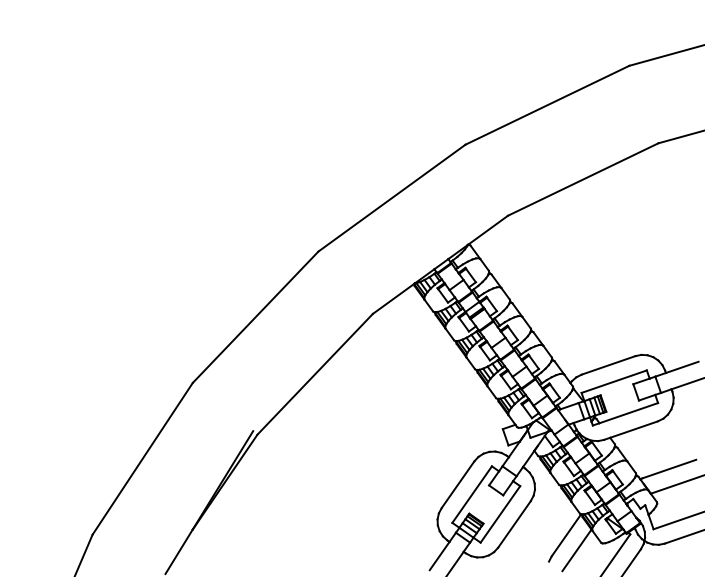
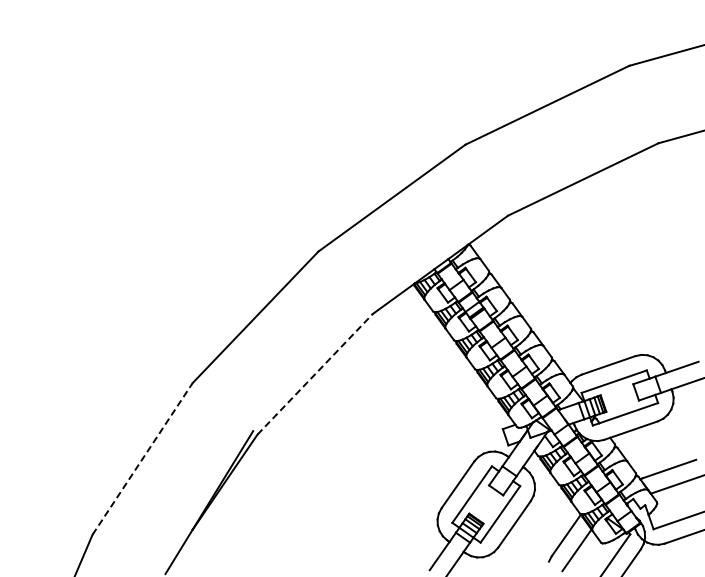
line at (315, 373): solid -> dashed
line at (142, 458): solid -> dashed
